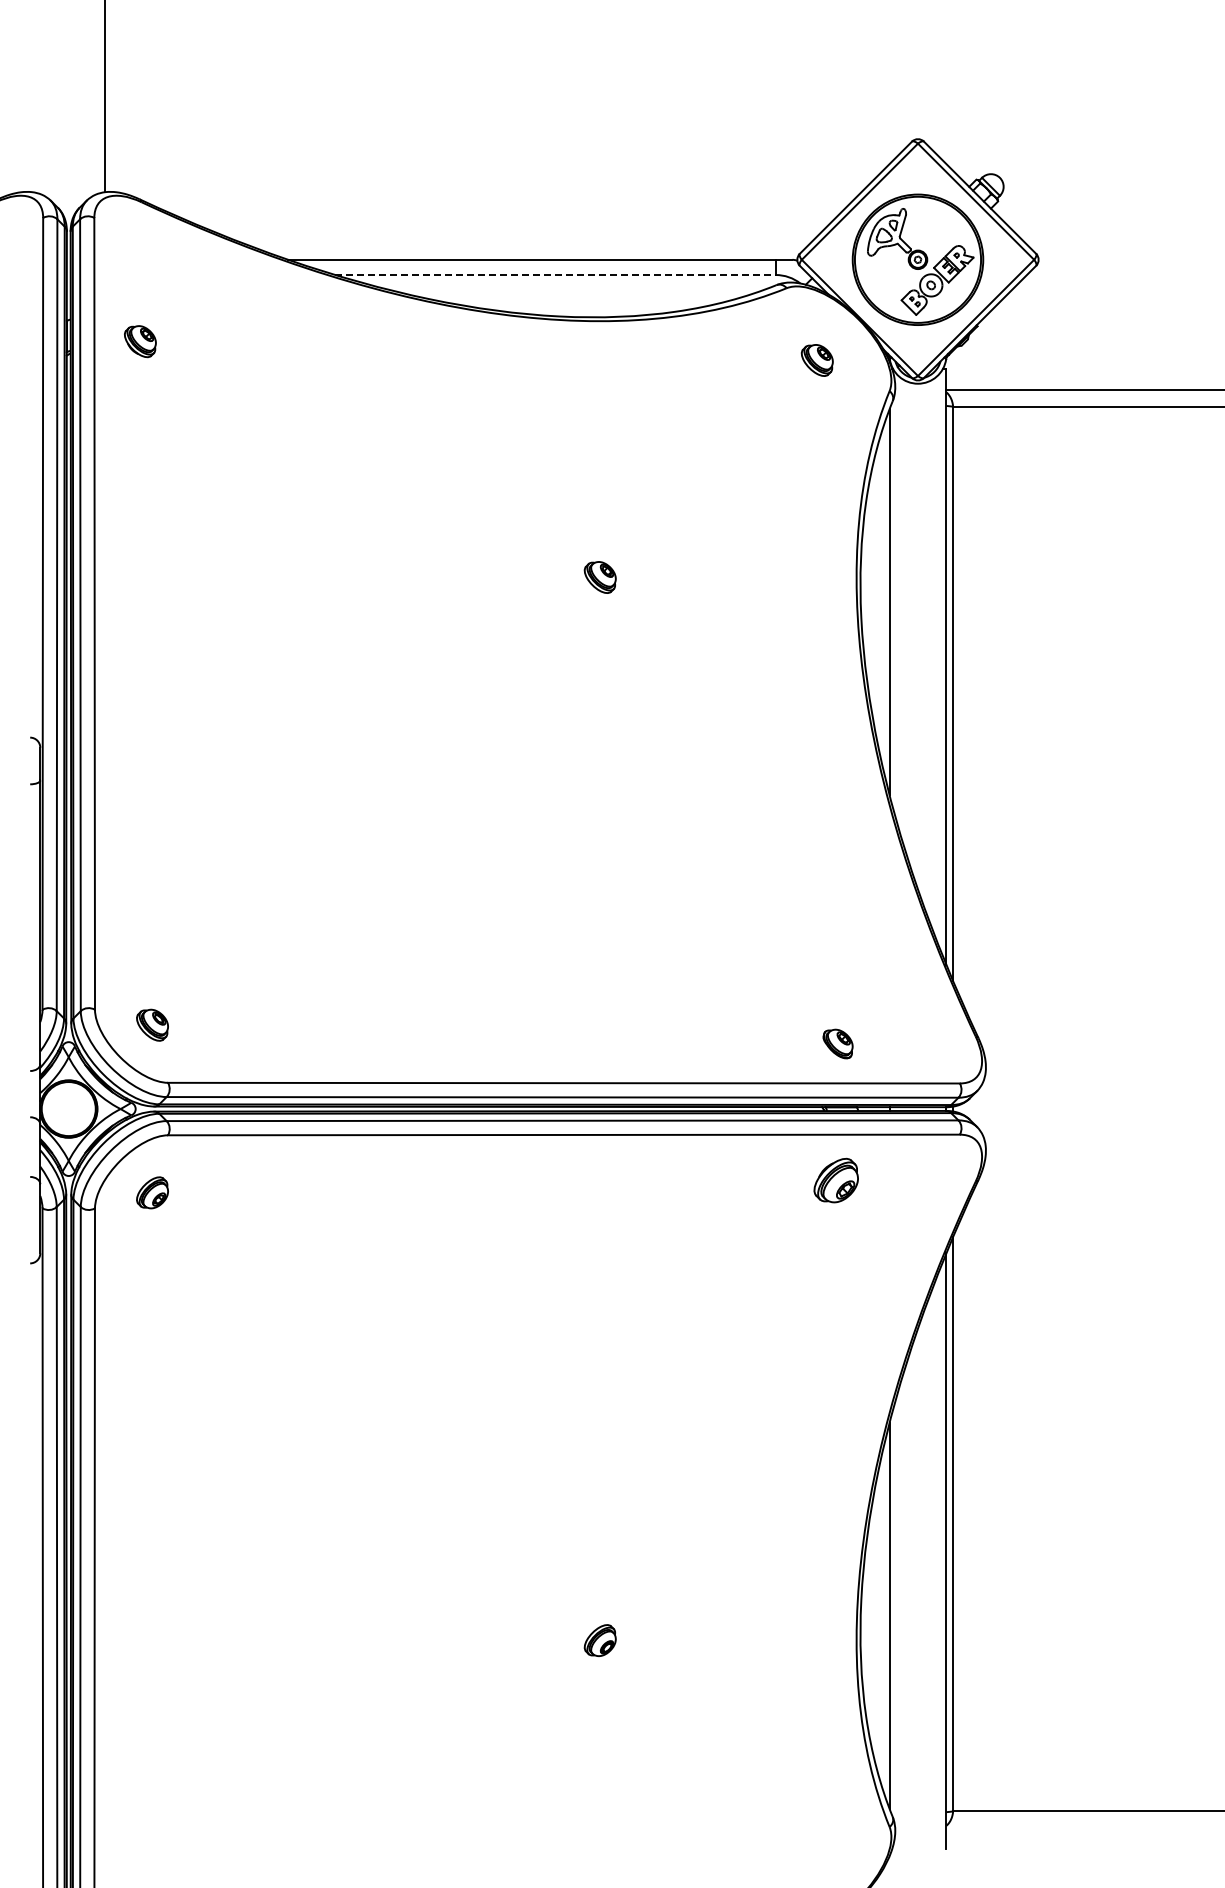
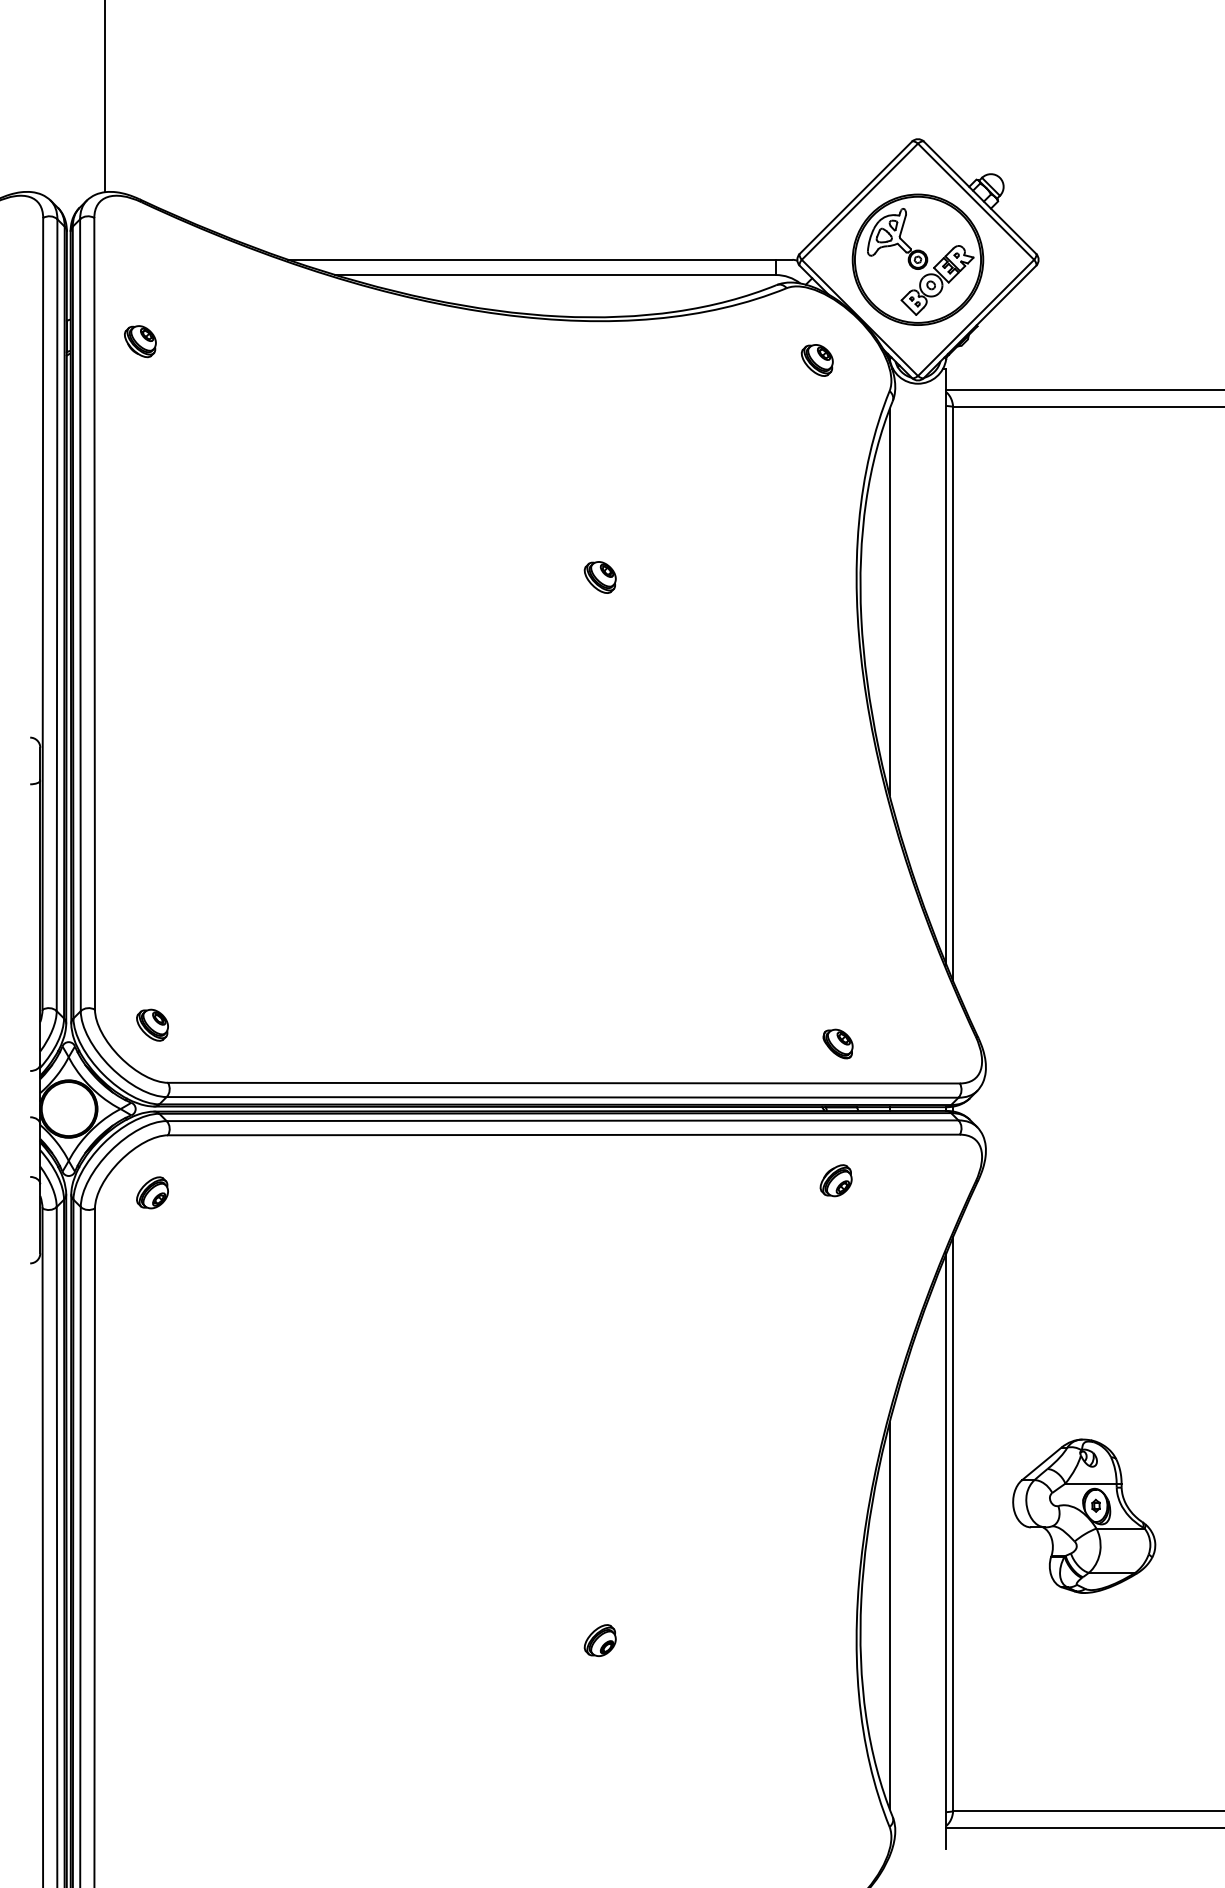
line at (556, 275): dashed -> solid
part at (835, 1180) size: 46x47 px -> 34x34 px
part at (1084, 1515): none -> present
line at (1083, 1828): none -> present
